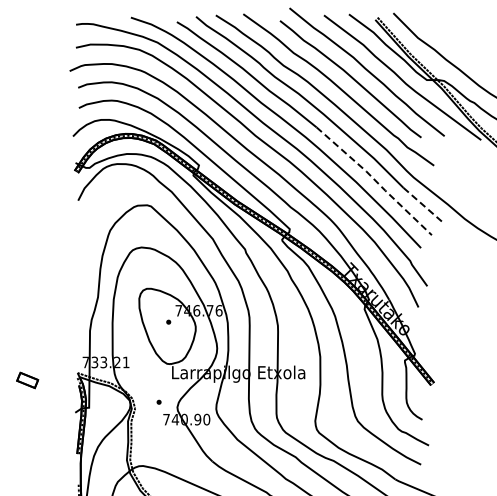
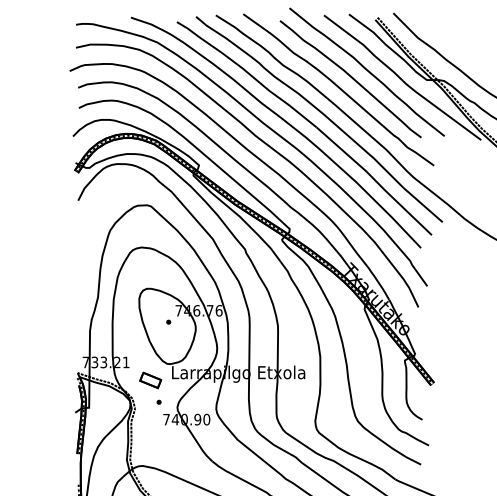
line at (375, 180): dashed -> solid
line at (423, 205): dashed -> solid
part at (27, 380) position: (27, 380) -> (150, 380)
